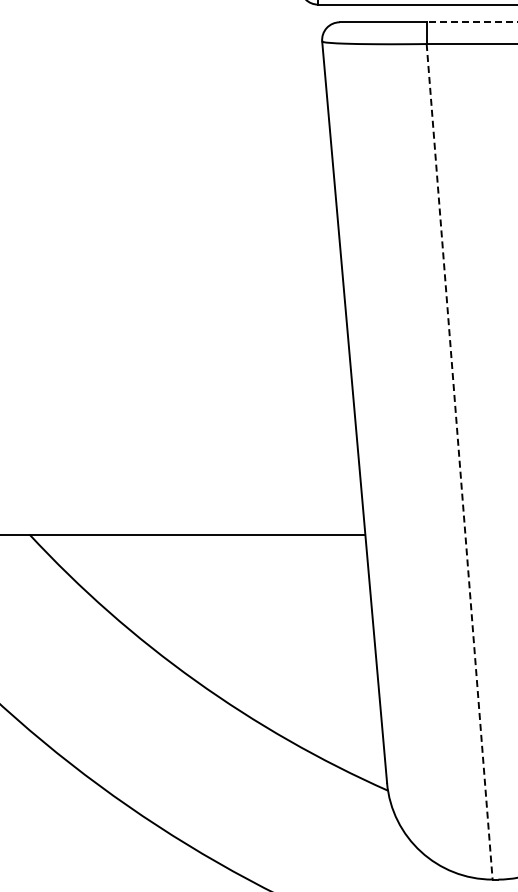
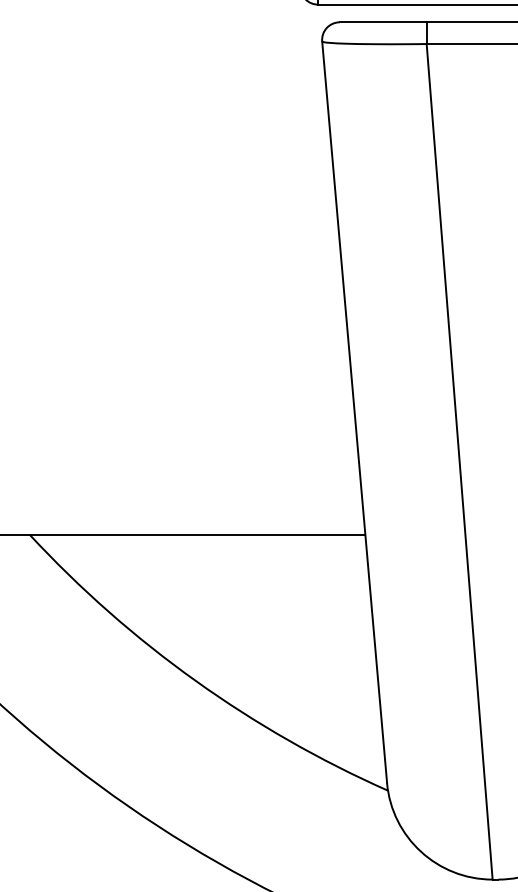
line at (471, 22): dashed -> solid
line at (459, 462): dashed -> solid
